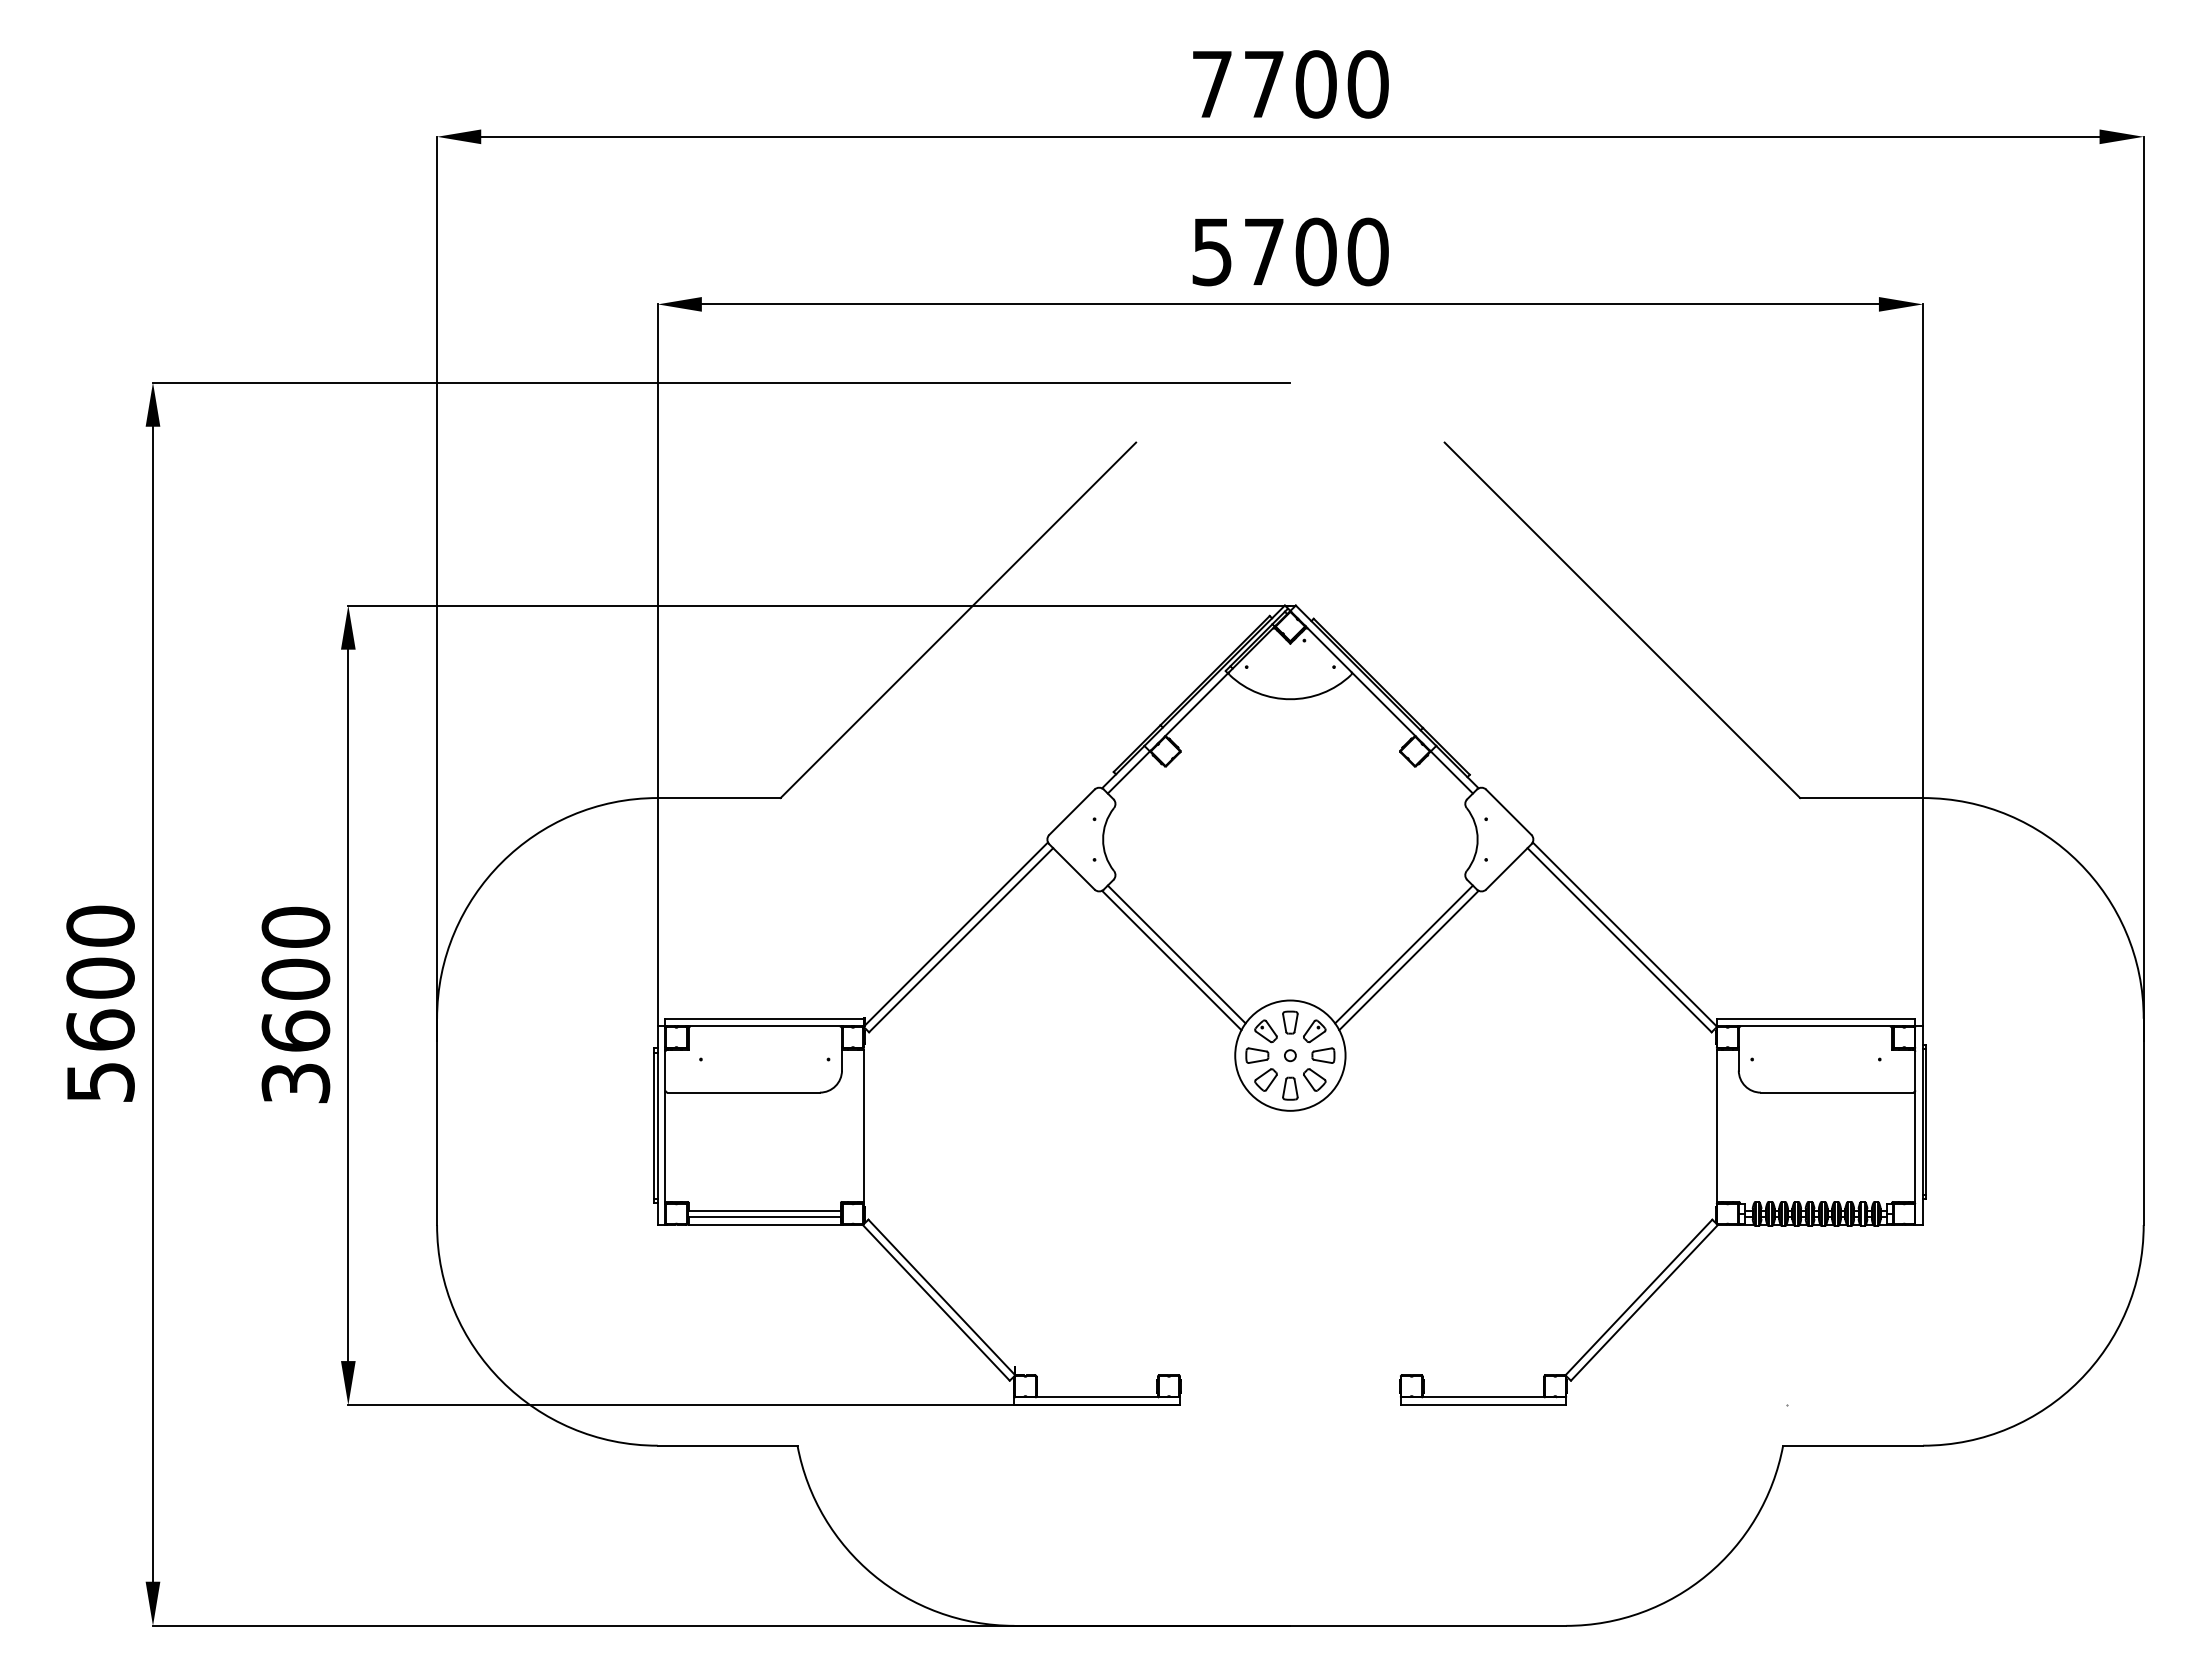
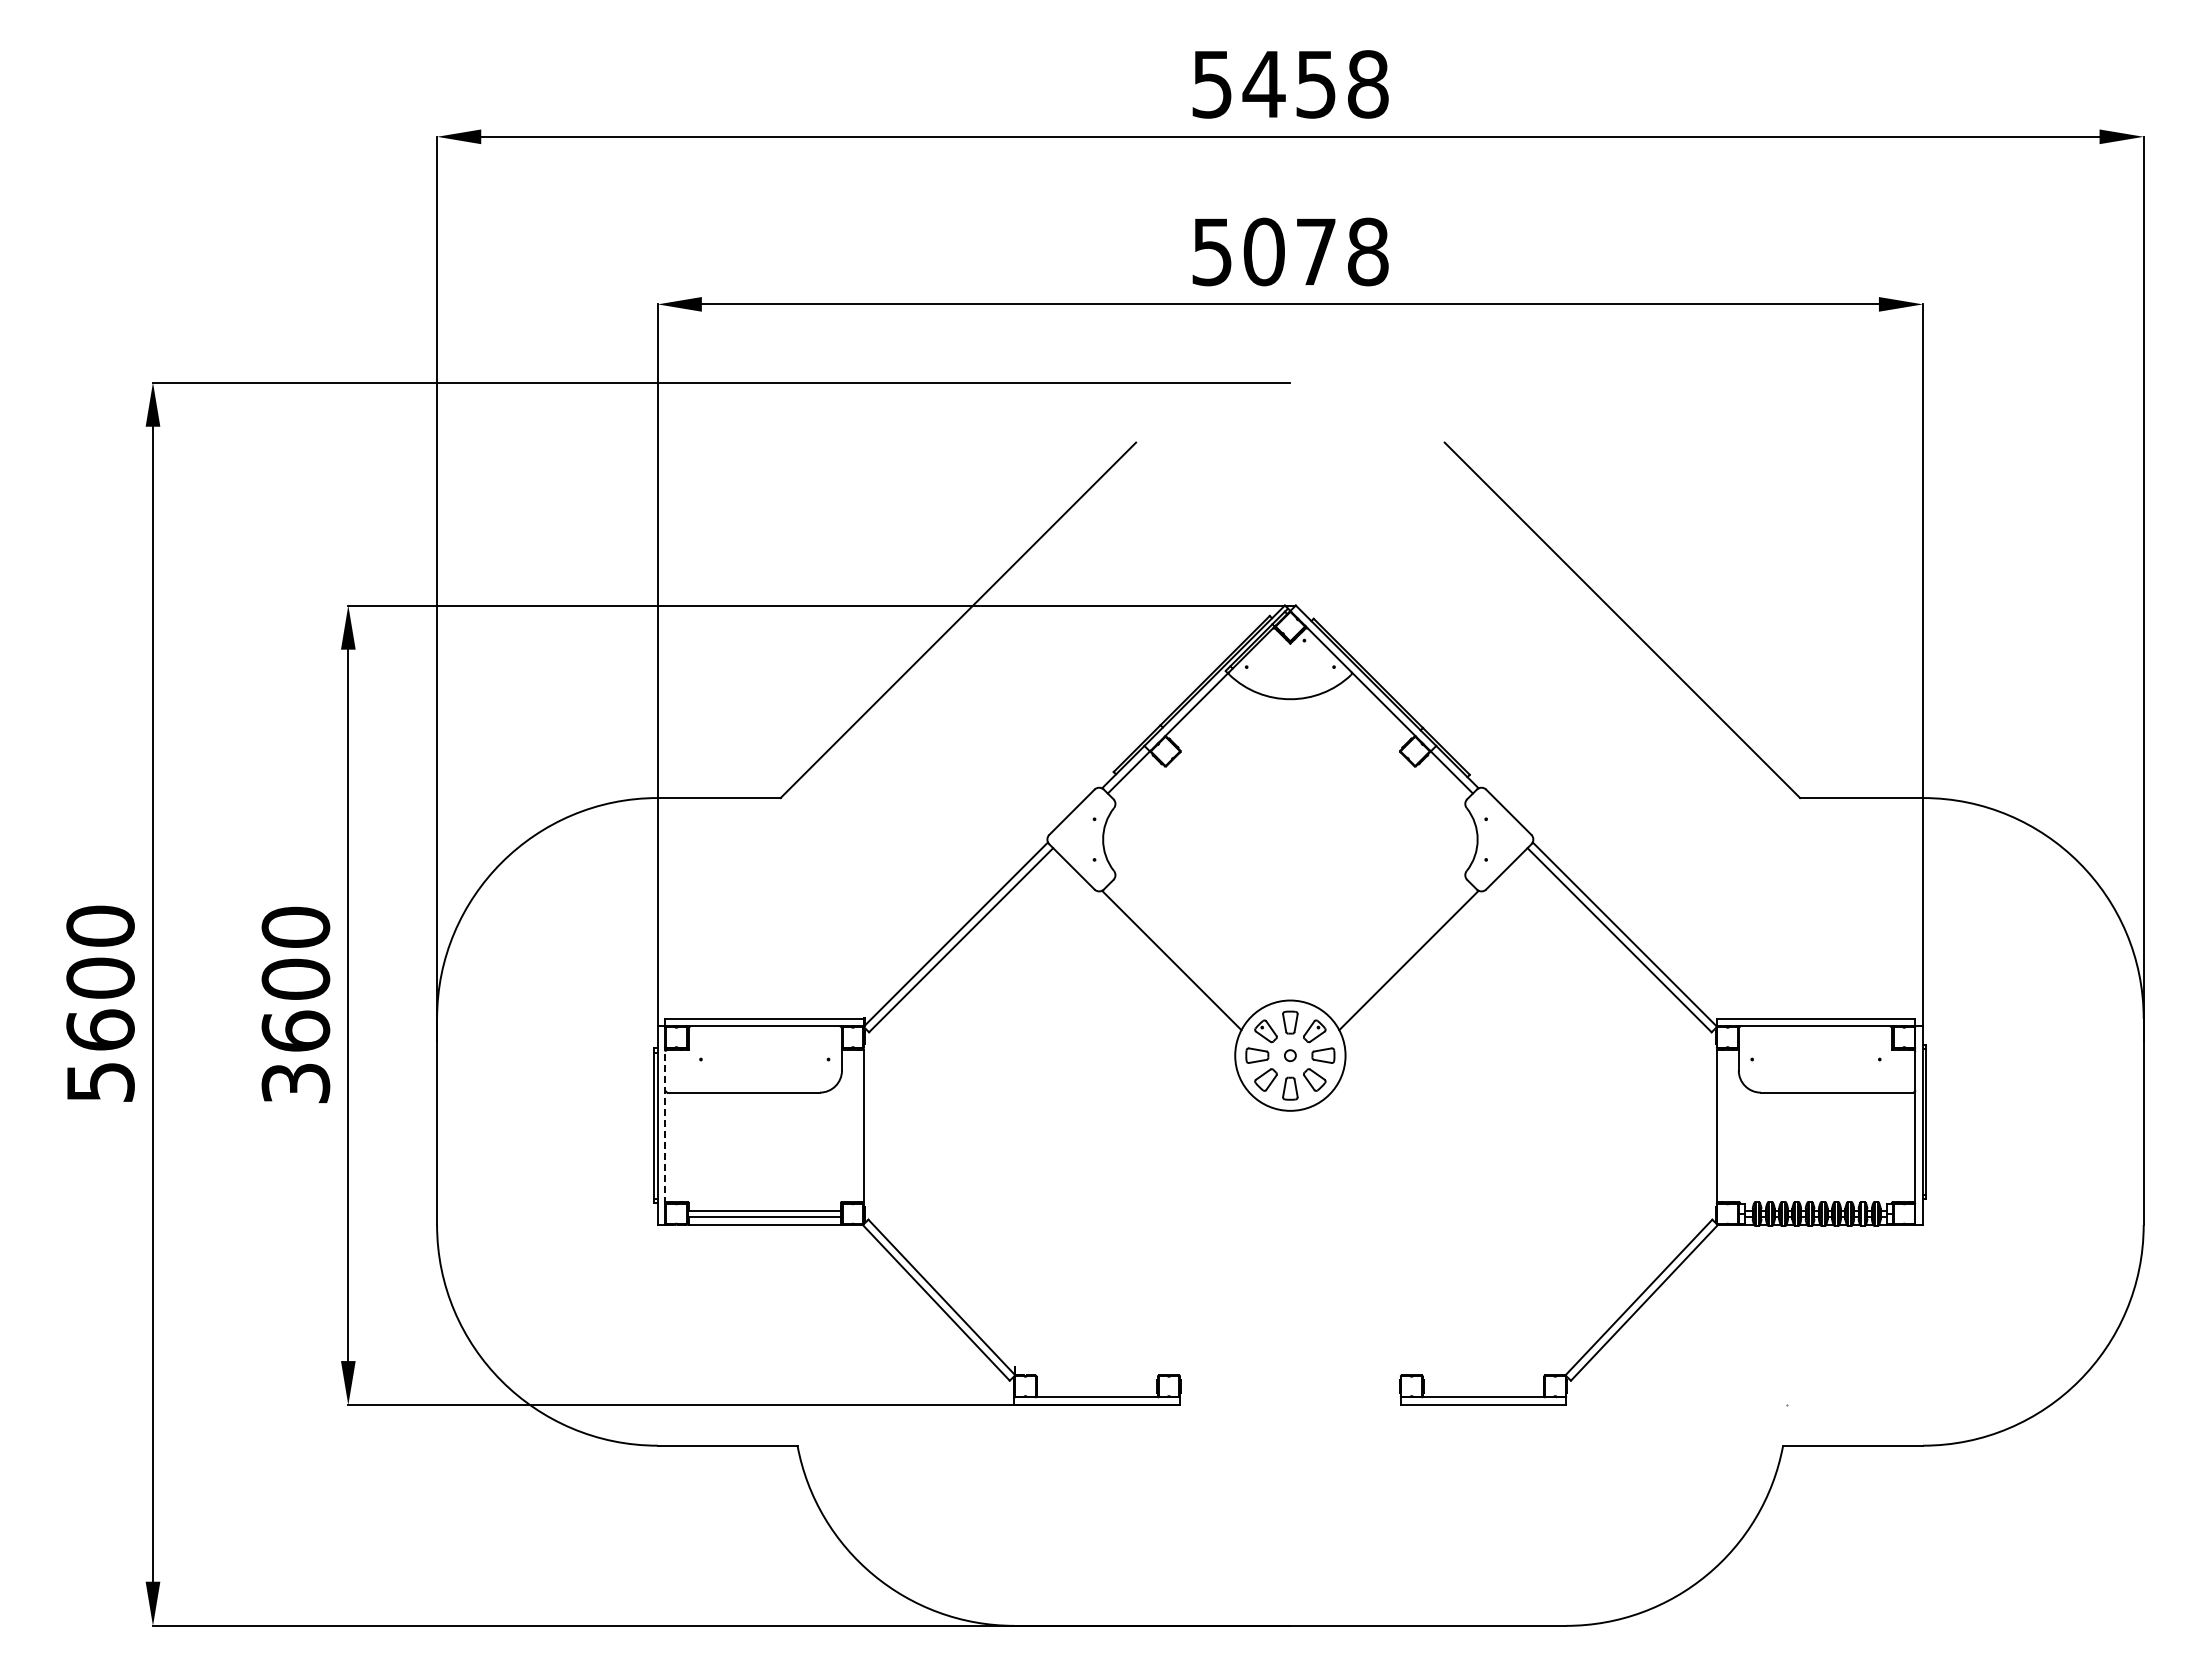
text at (1290, 84): 7700 -> 5458
text at (1315, 251): 5700 -> 5078
line at (1176, 954): present -> none
line at (1403, 954): present -> none
line at (665, 1125): solid -> dashed
